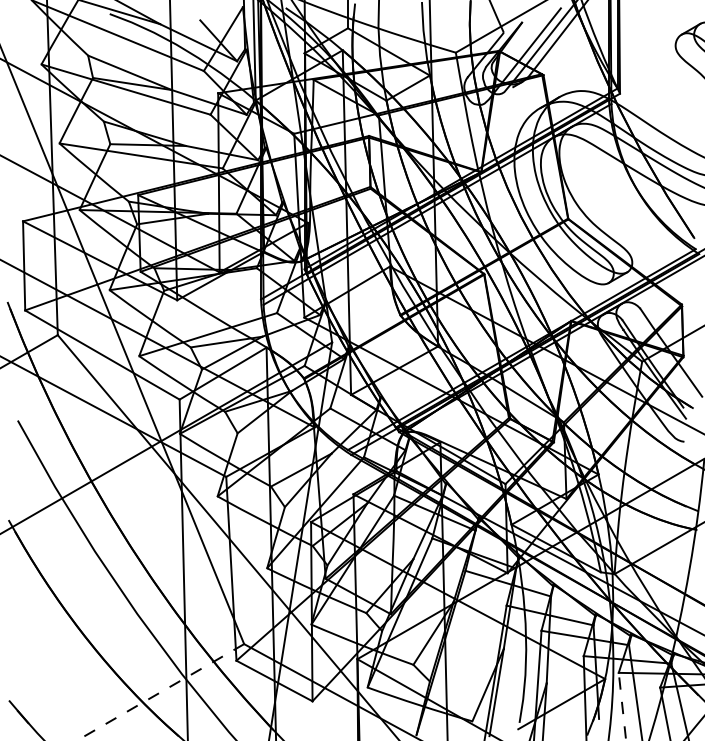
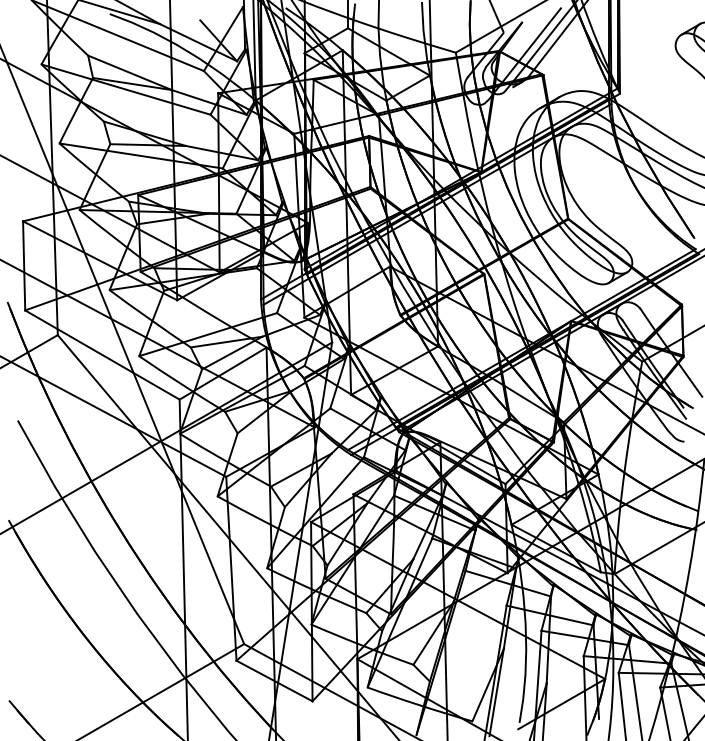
line at (160, 692): dashed -> solid
line at (622, 706): dashed -> solid
